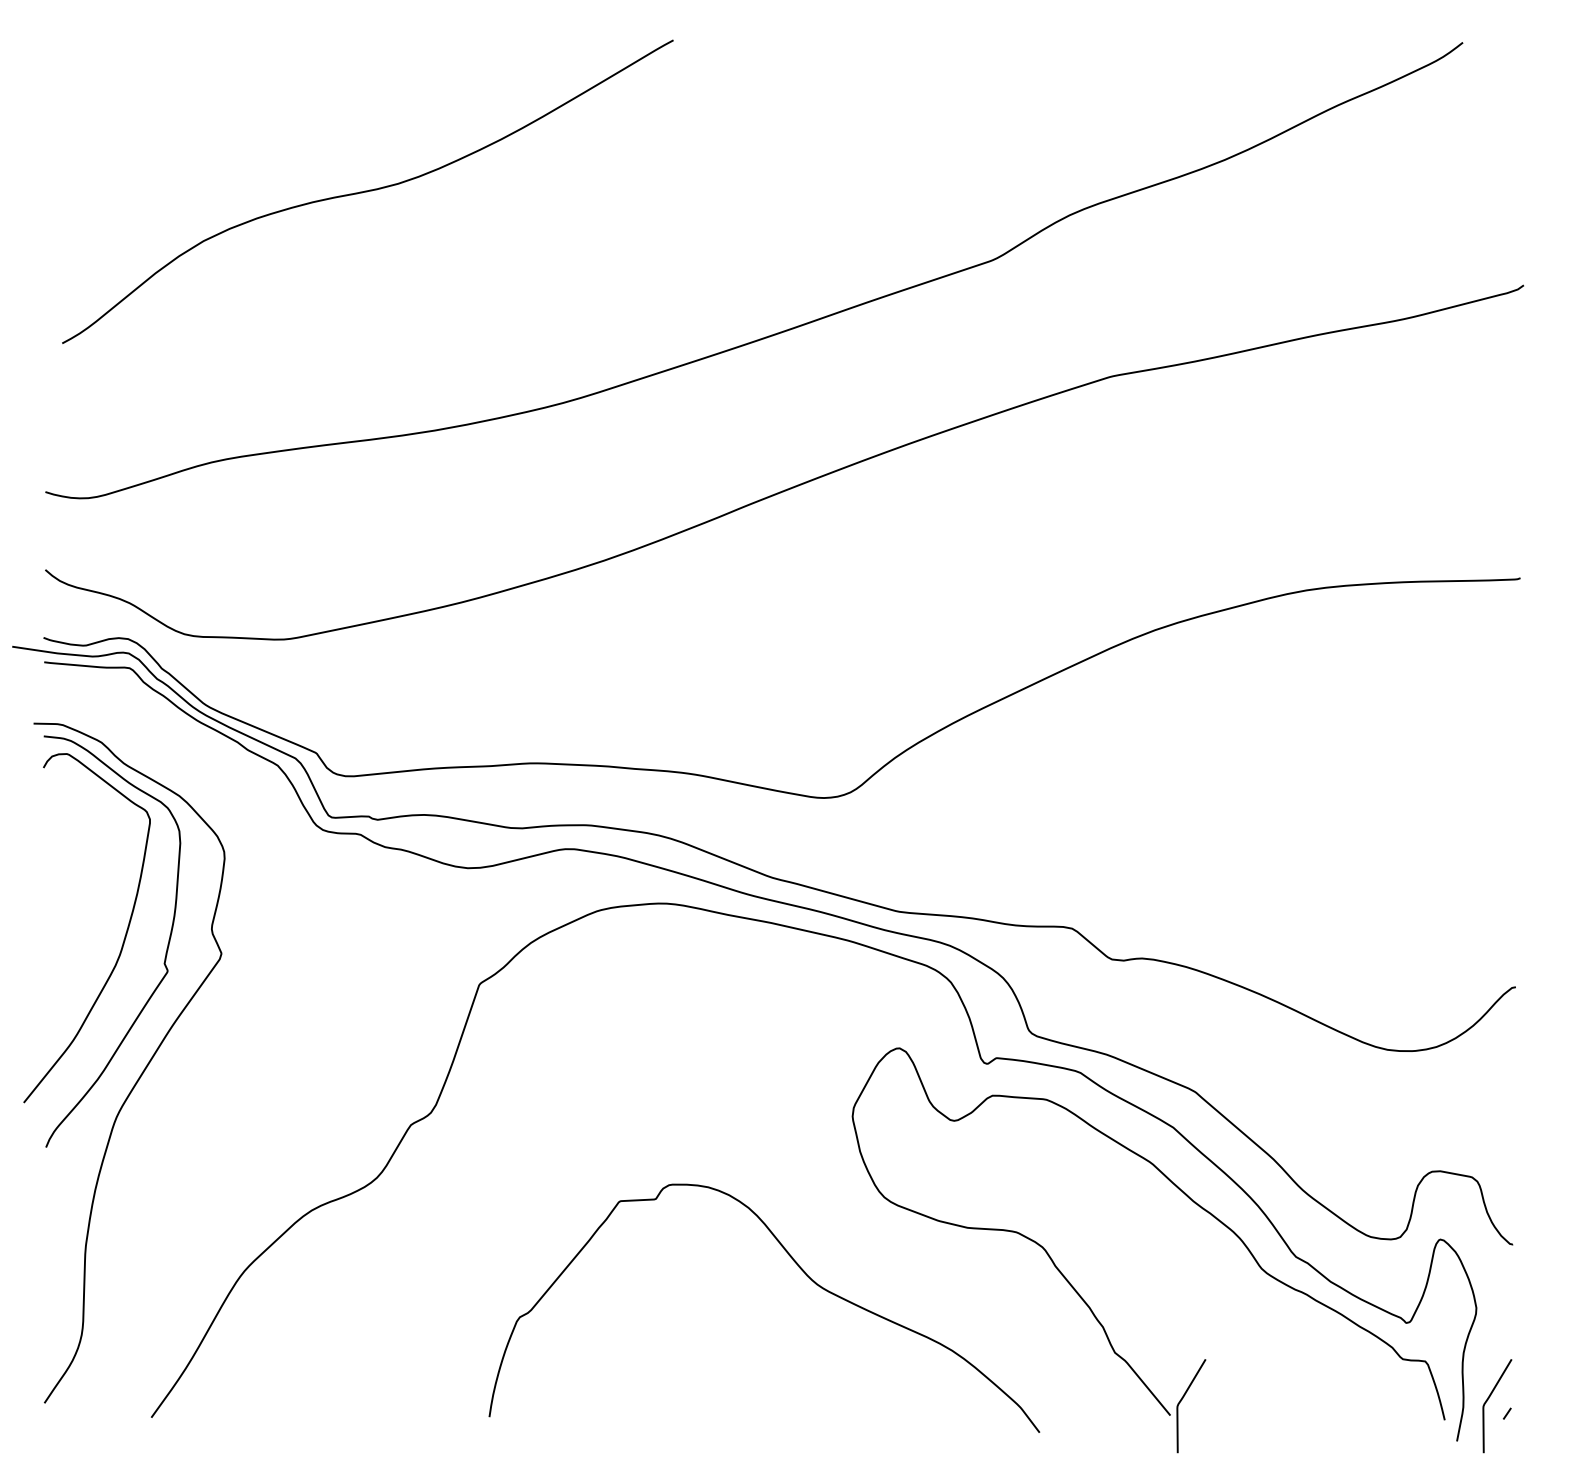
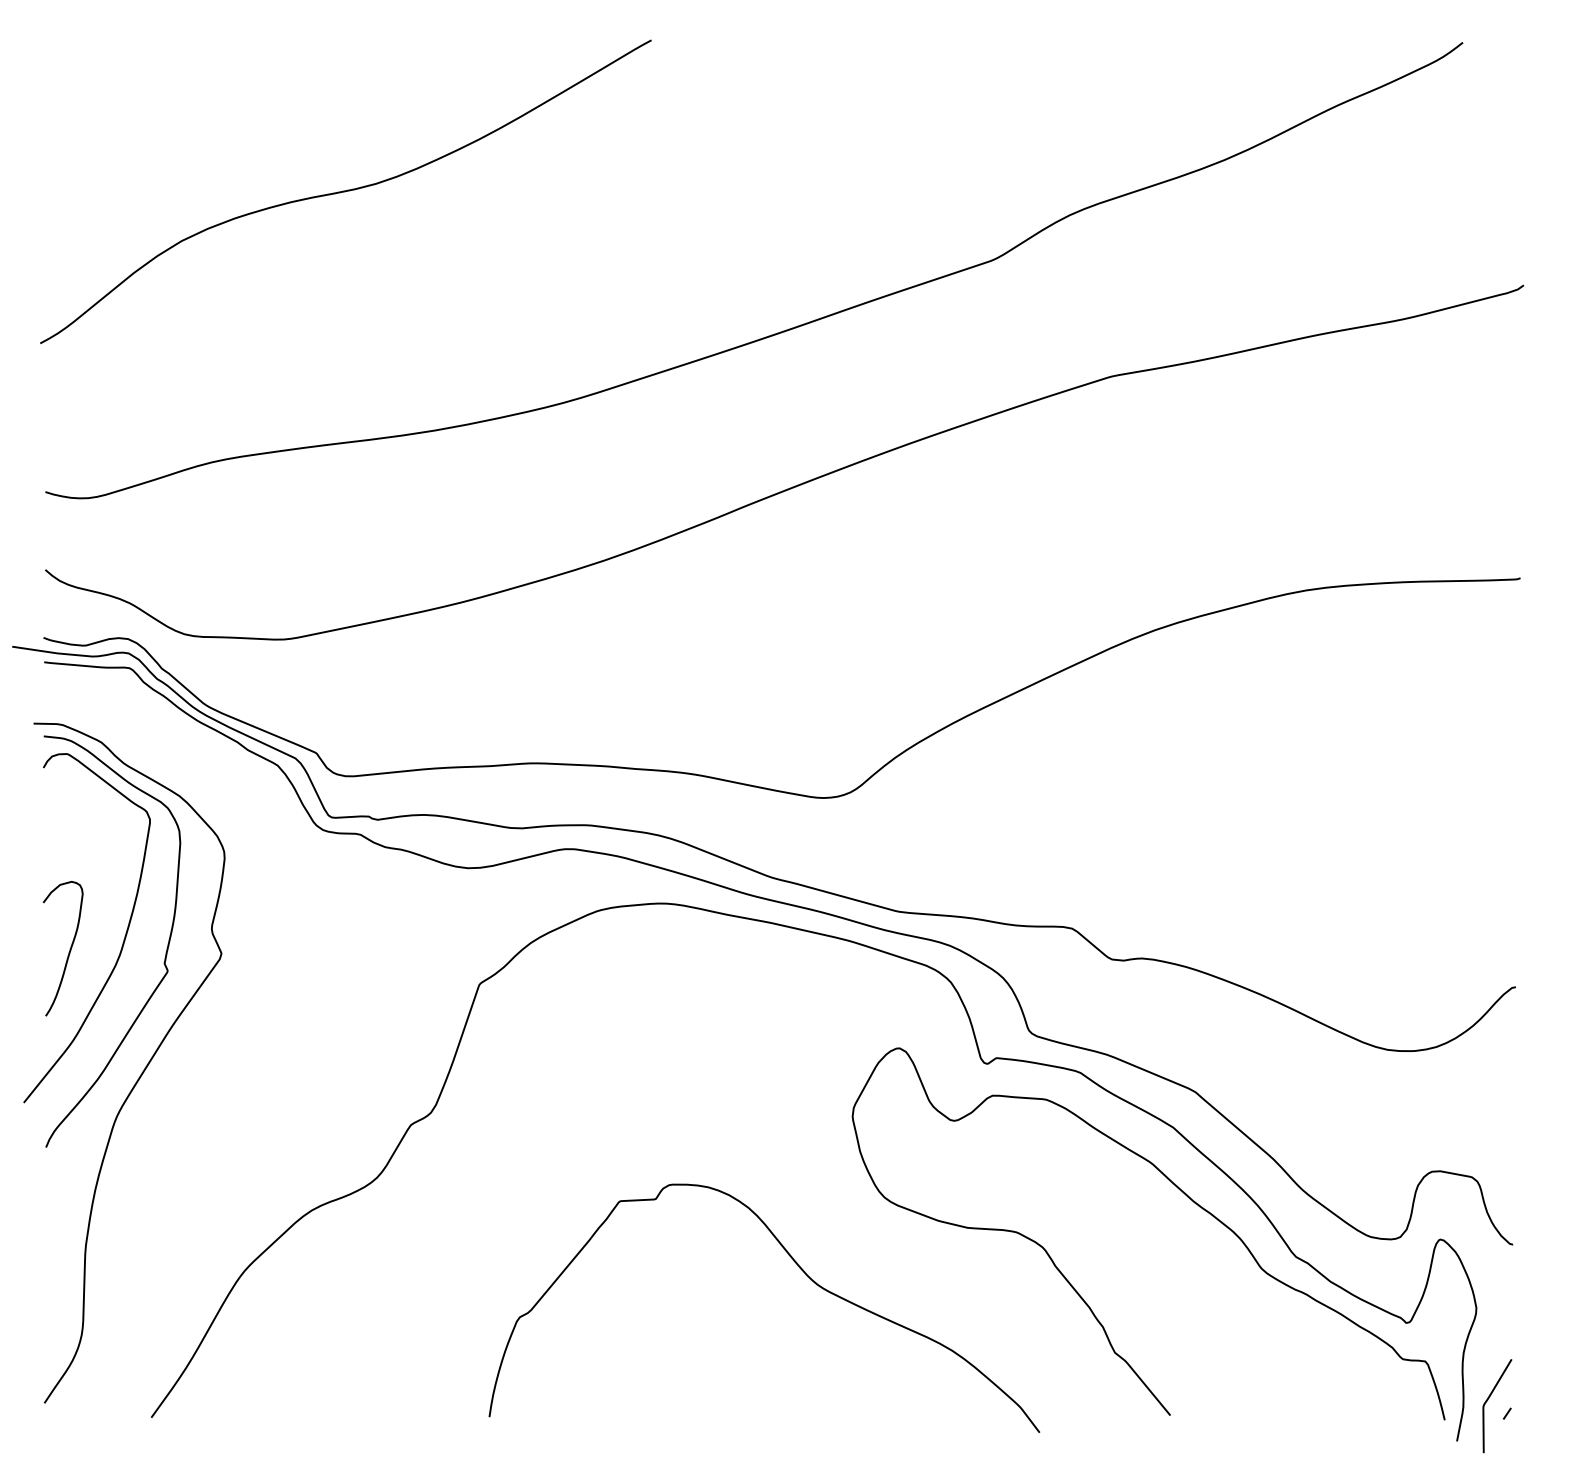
curve at (367, 191) position: (367, 191) -> (345, 191)
curve at (69, 949): none -> present
curve at (1181, 1401): present -> none
